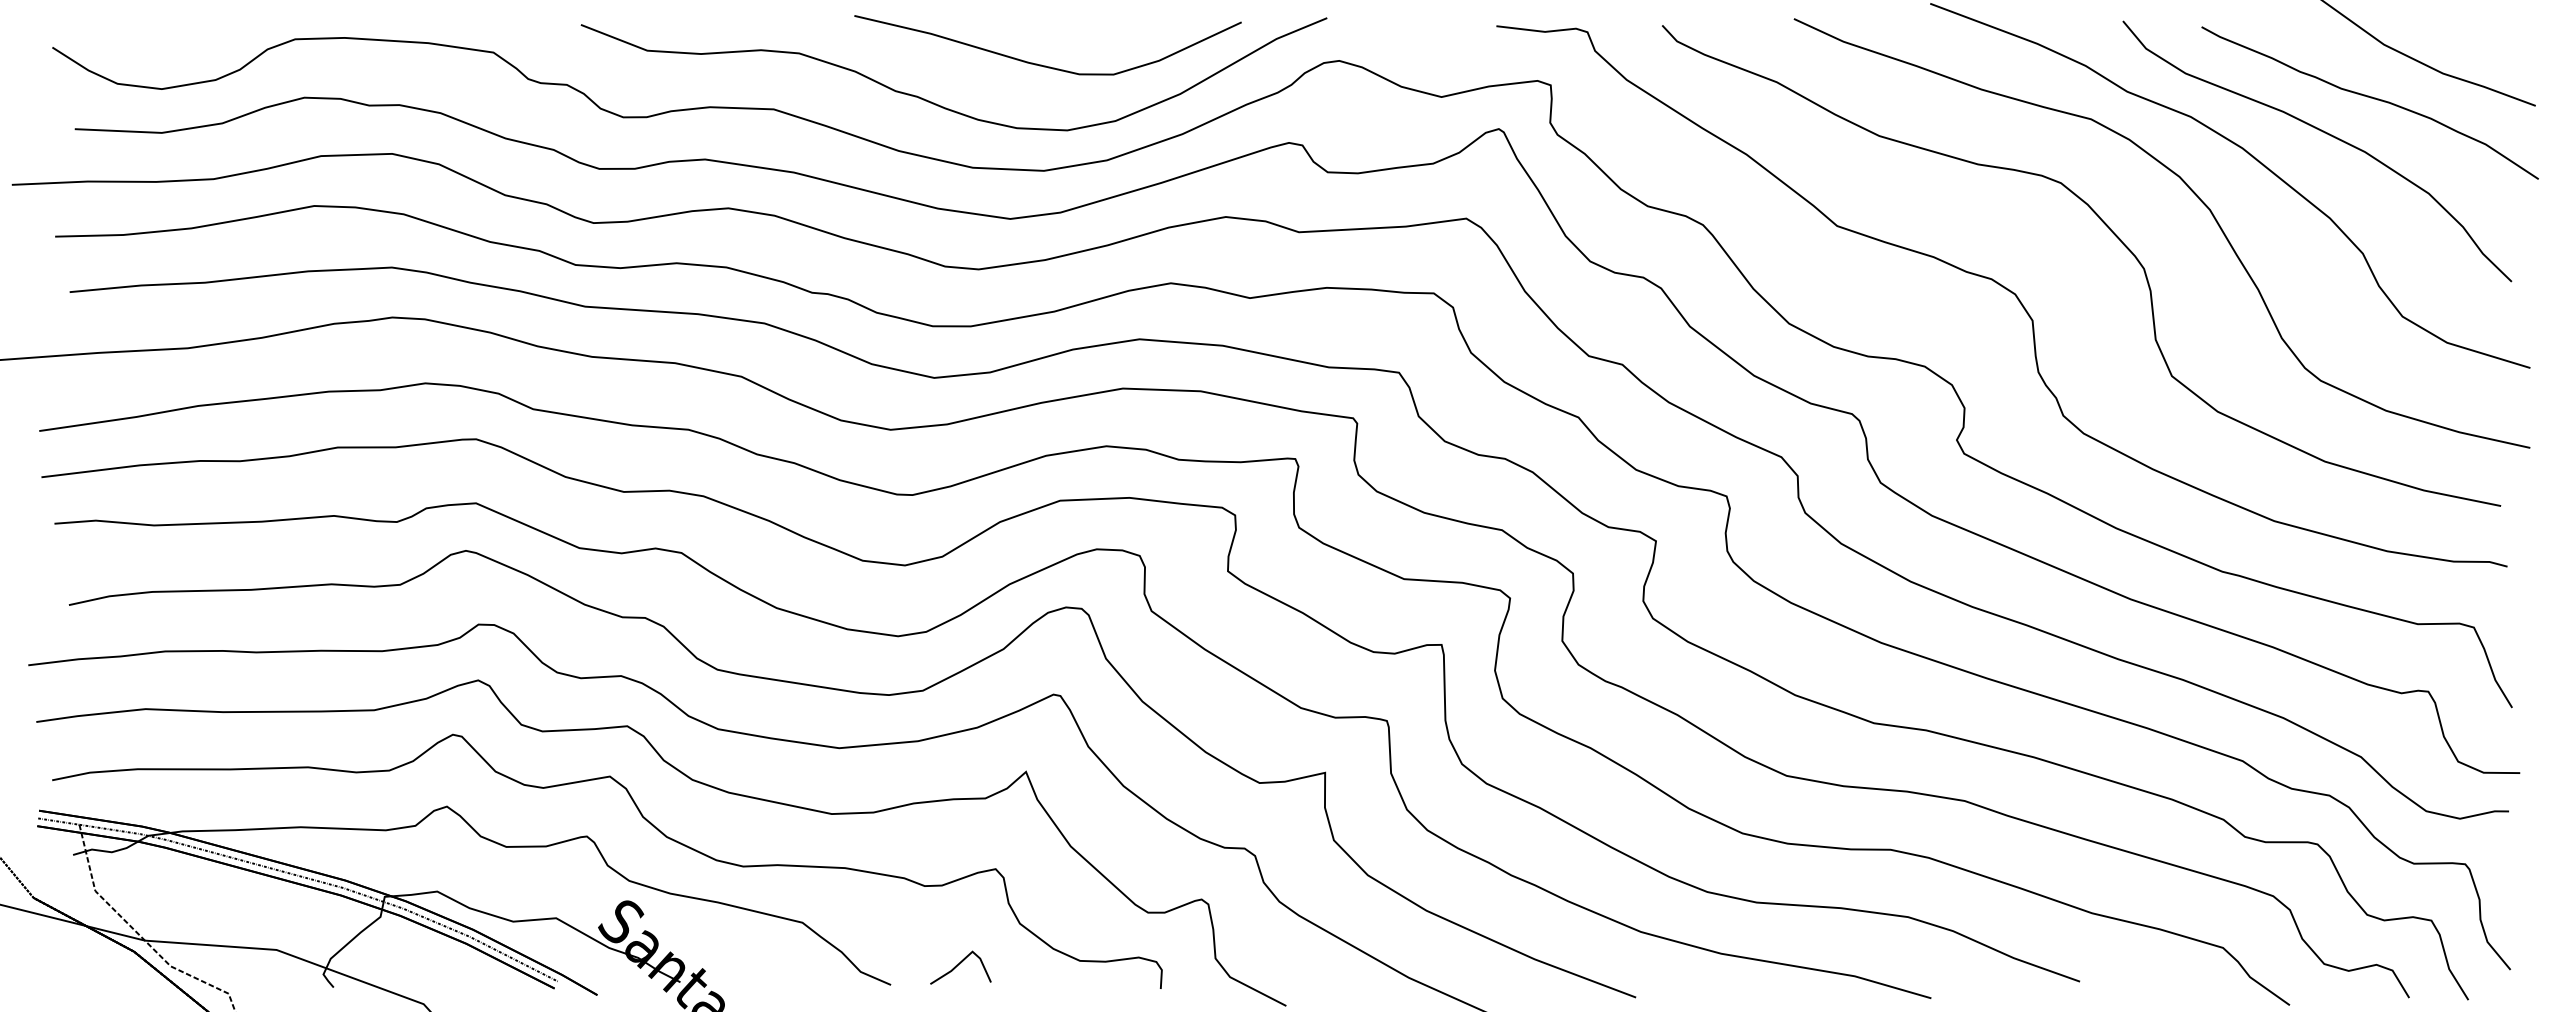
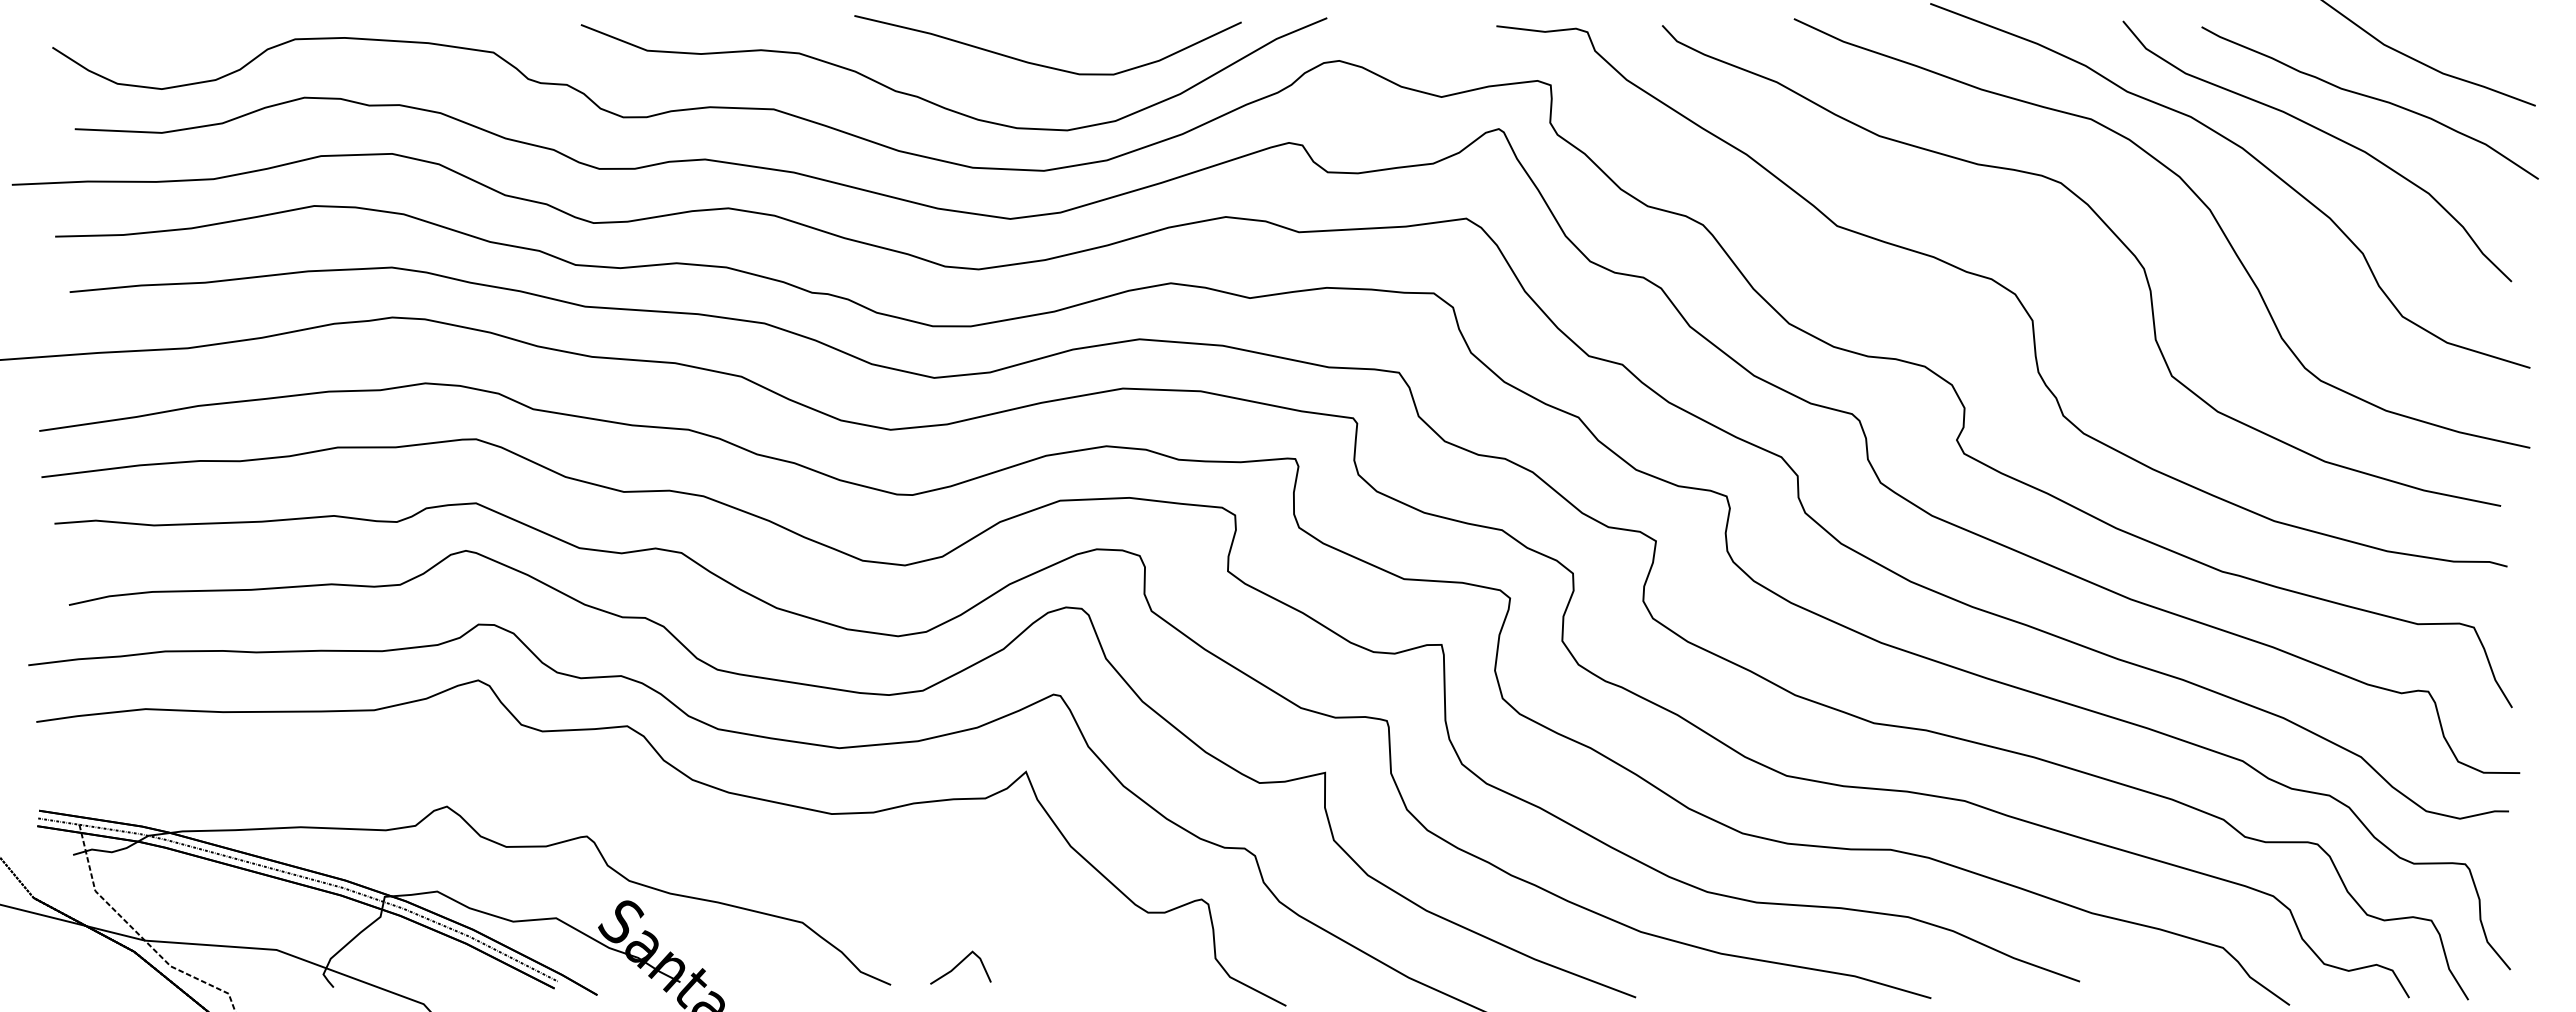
part at (646, 821): present -> none
